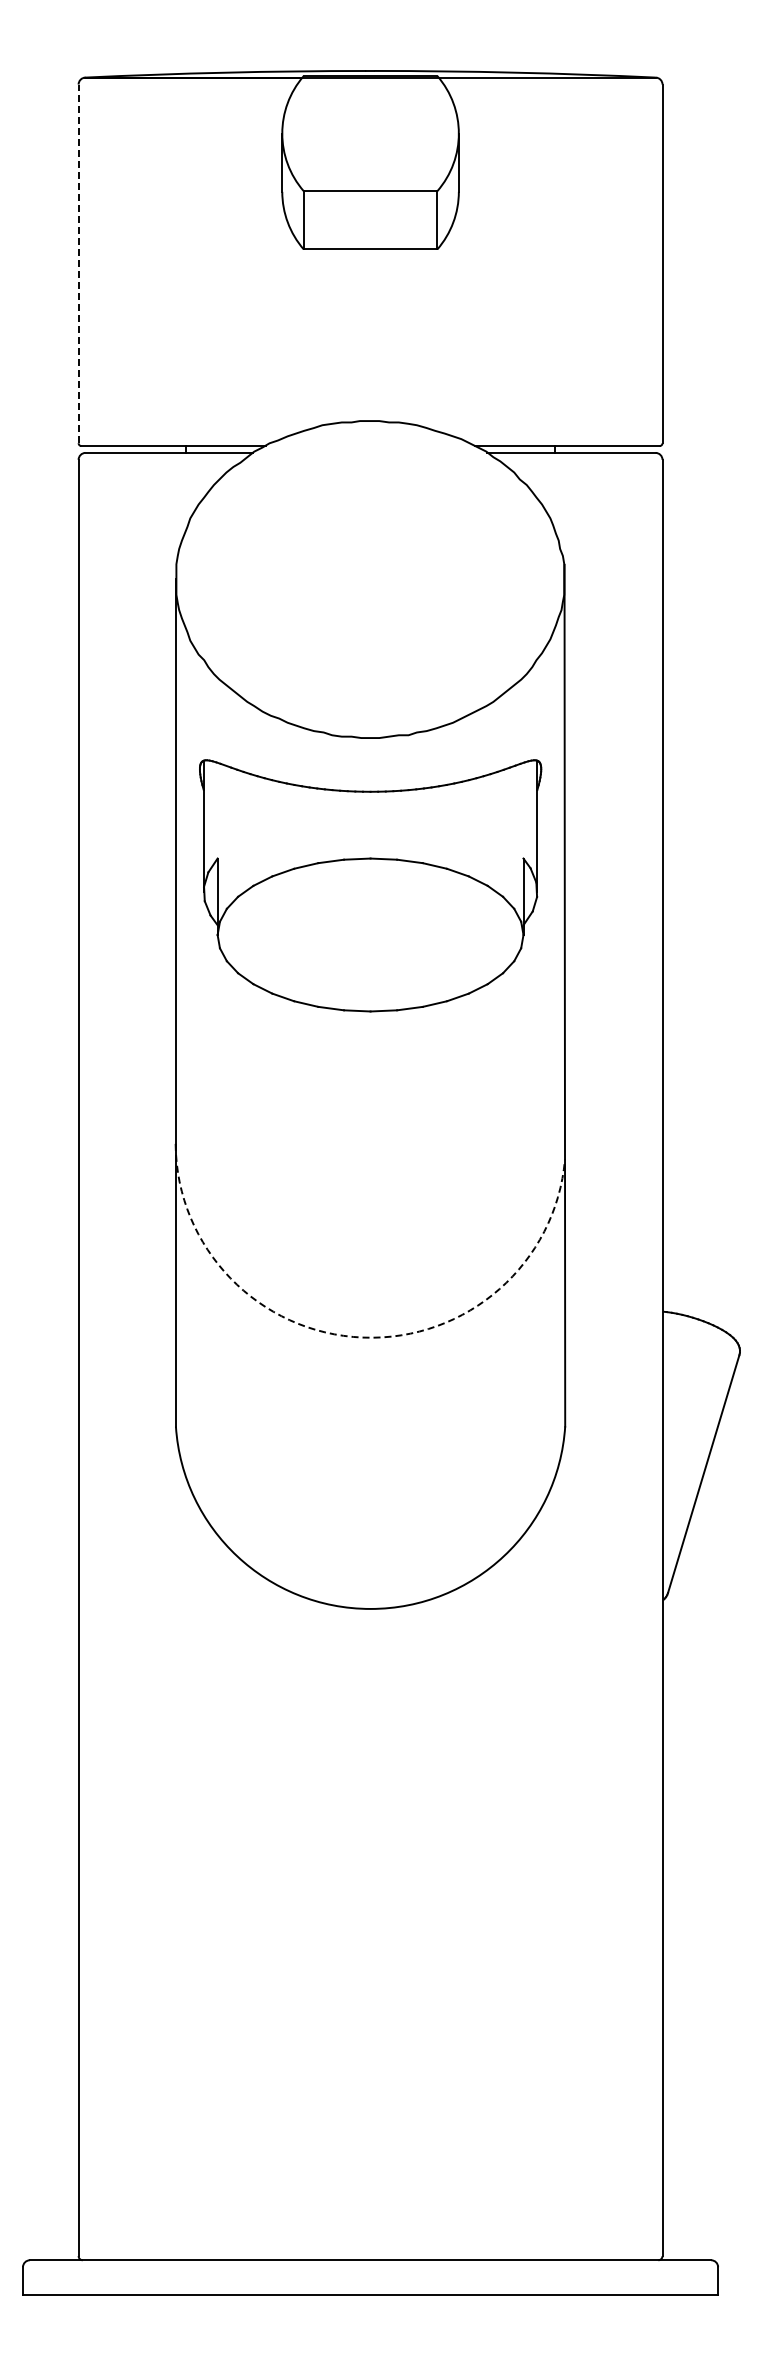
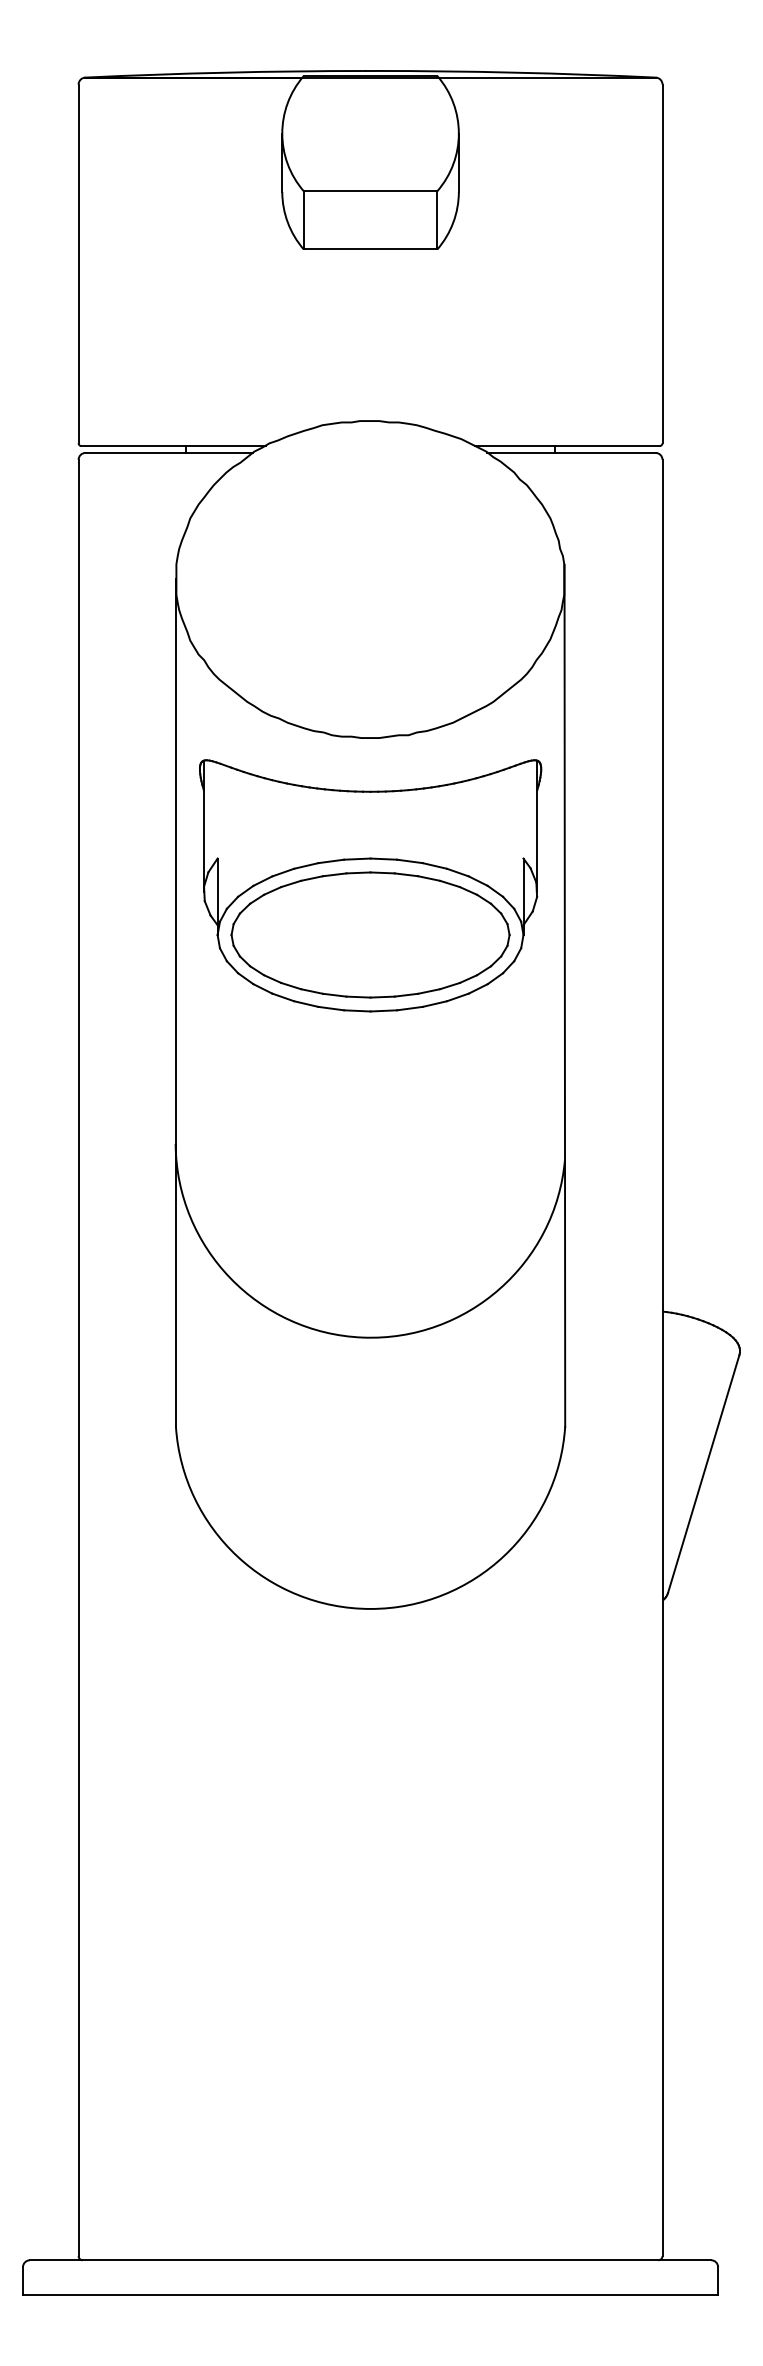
line at (78, 263): dashed -> solid
part at (370, 934): none -> present
arc at (362, 1337): dashed -> solid
